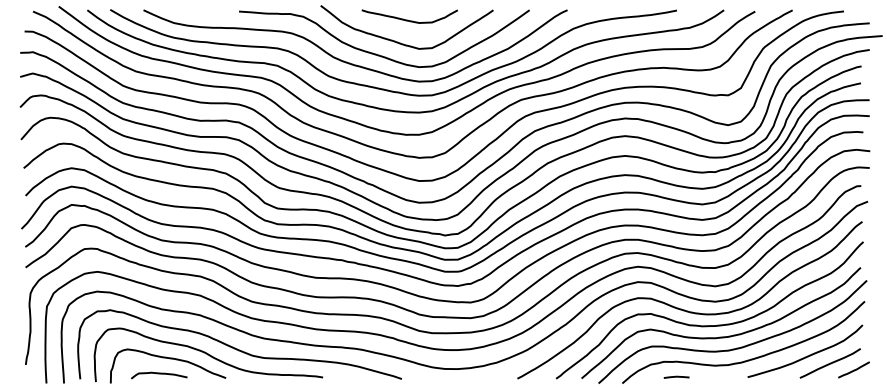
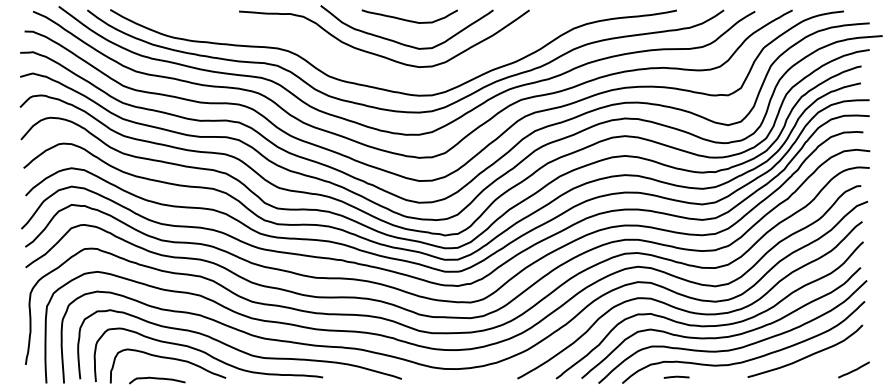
curve at (350, 62): present -> none
line at (829, 363): present -> none
curve at (159, 374) position: (159, 374) -> (157, 379)
